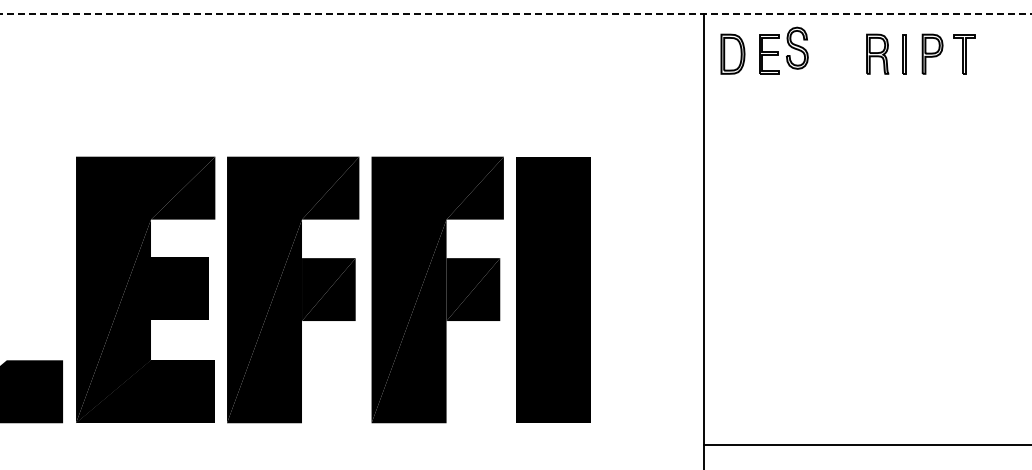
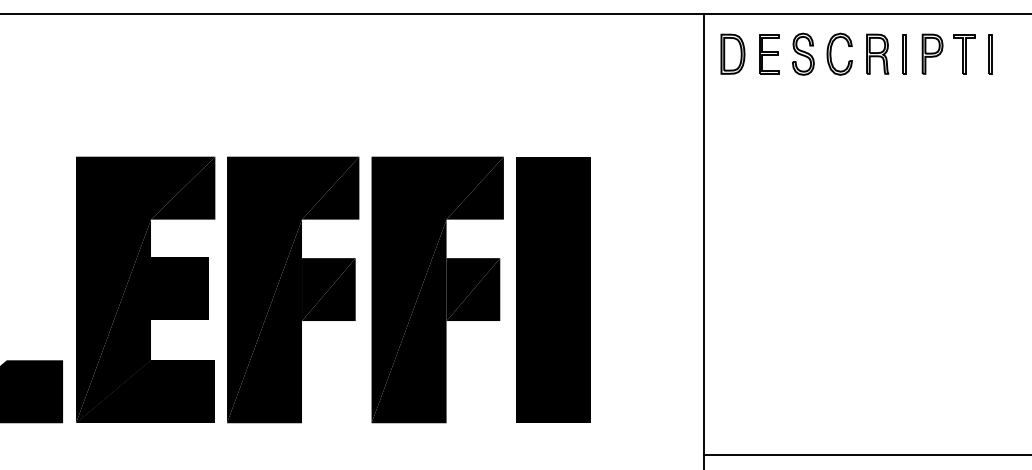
line at (516, 14): dashed -> solid
part at (797, 47) position: (797, 47) -> (803, 53)
part at (831, 53): none -> present
line at (989, 54): none -> present
line at (865, 444) position: (865, 444) -> (865, 454)
